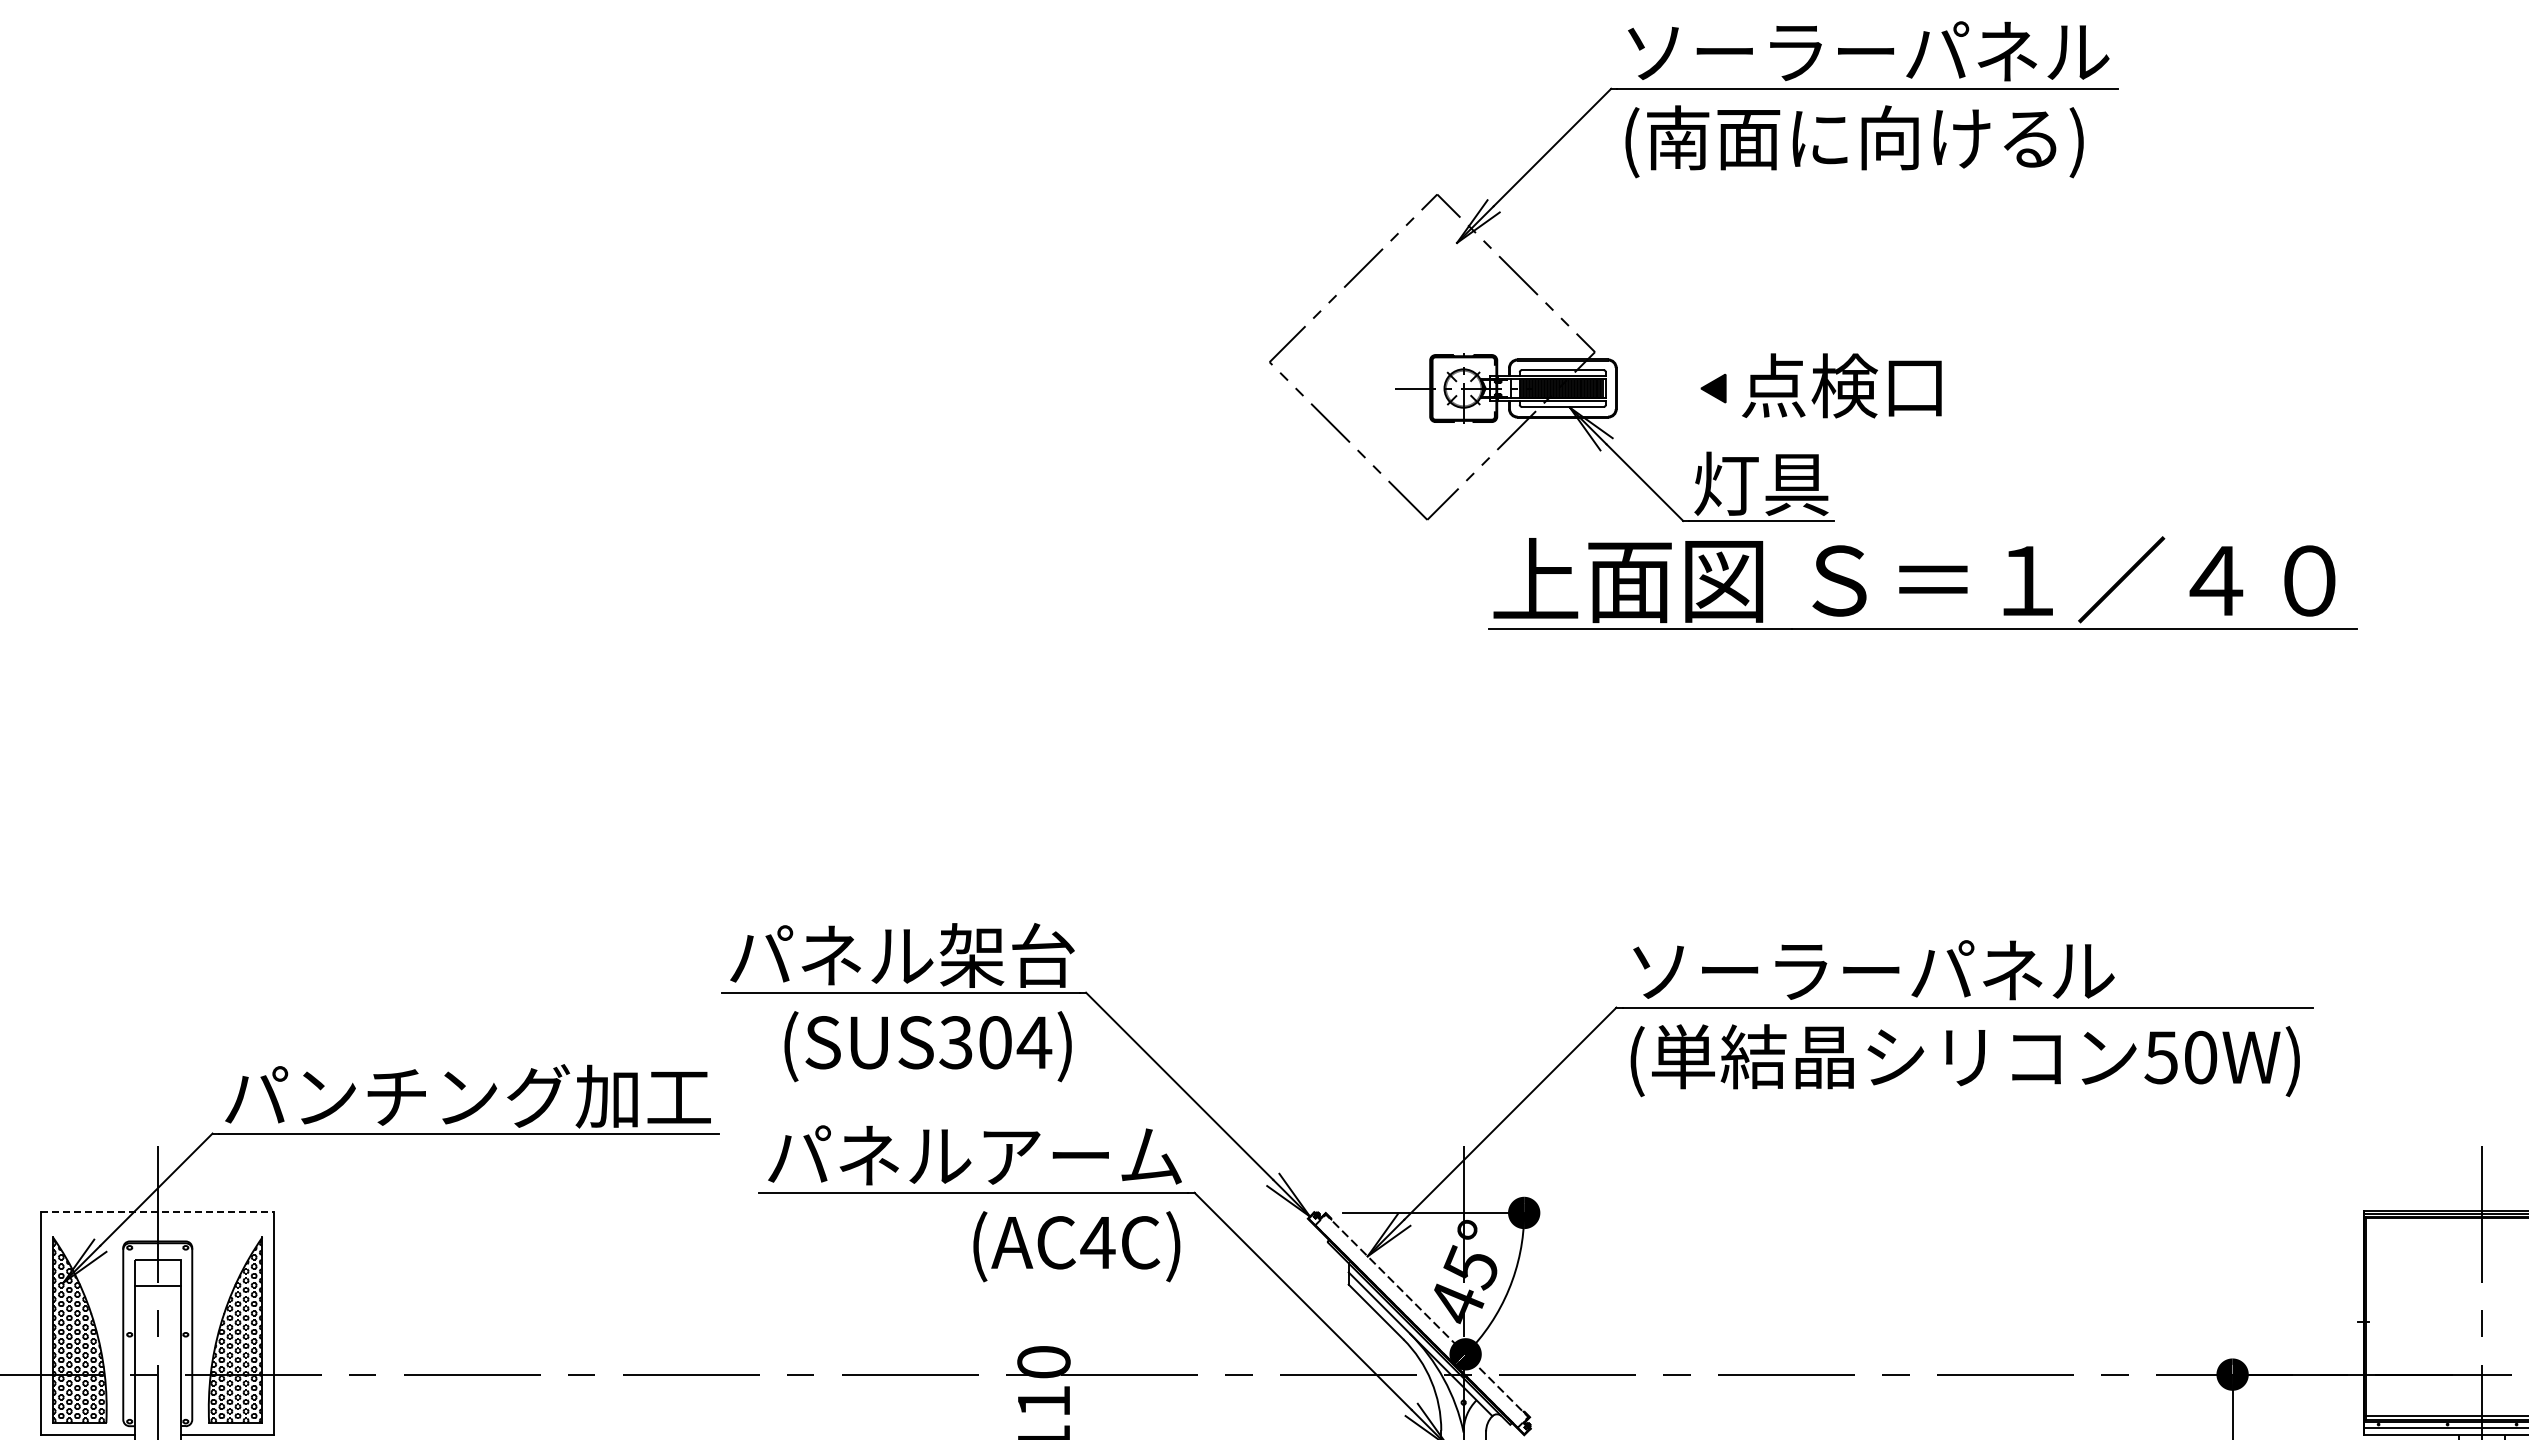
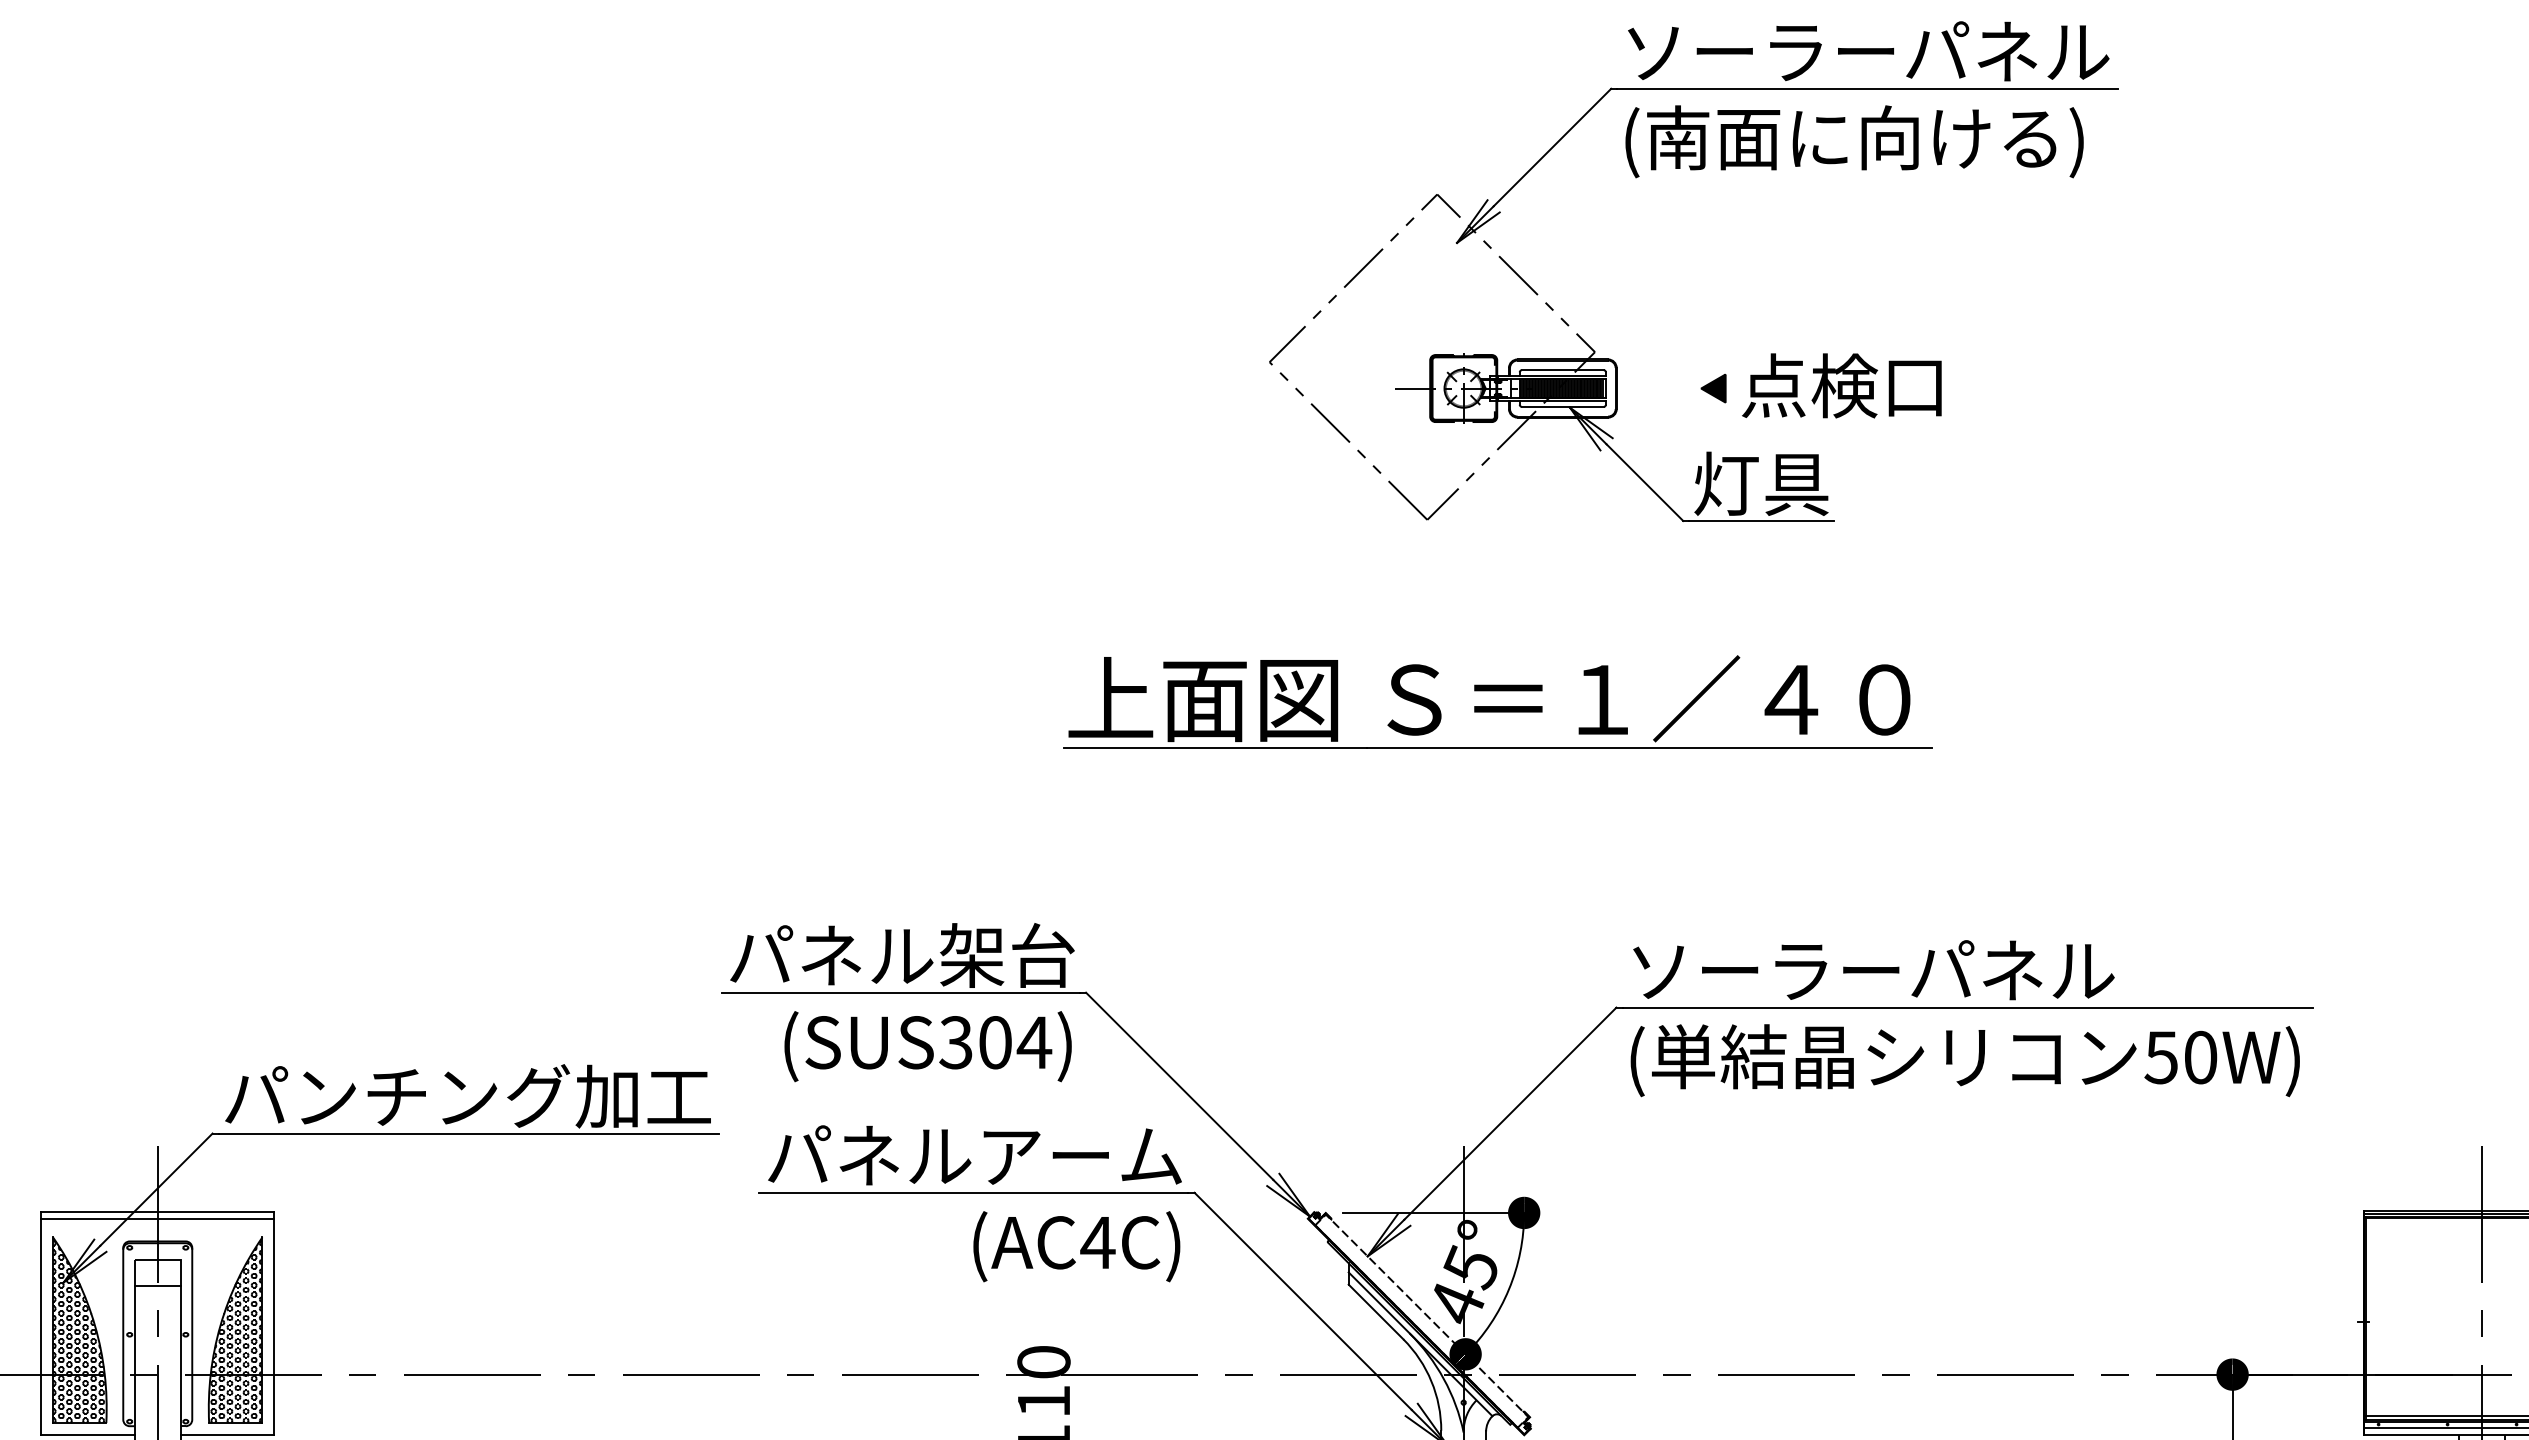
part at (1922, 582) position: (1922, 582) -> (1497, 701)
line at (158, 1212): dashed -> solid
line at (157, 1218): none -> present
